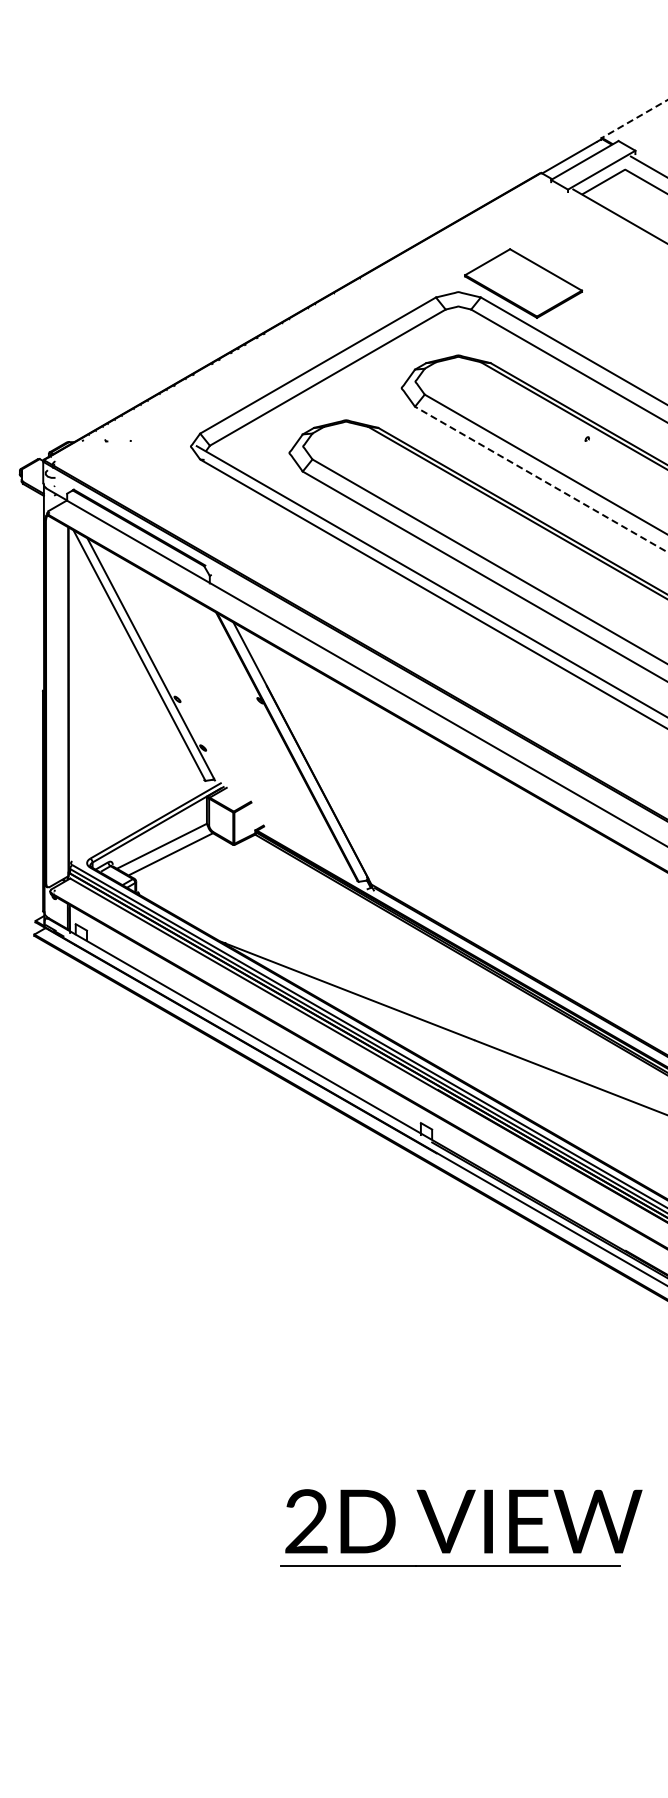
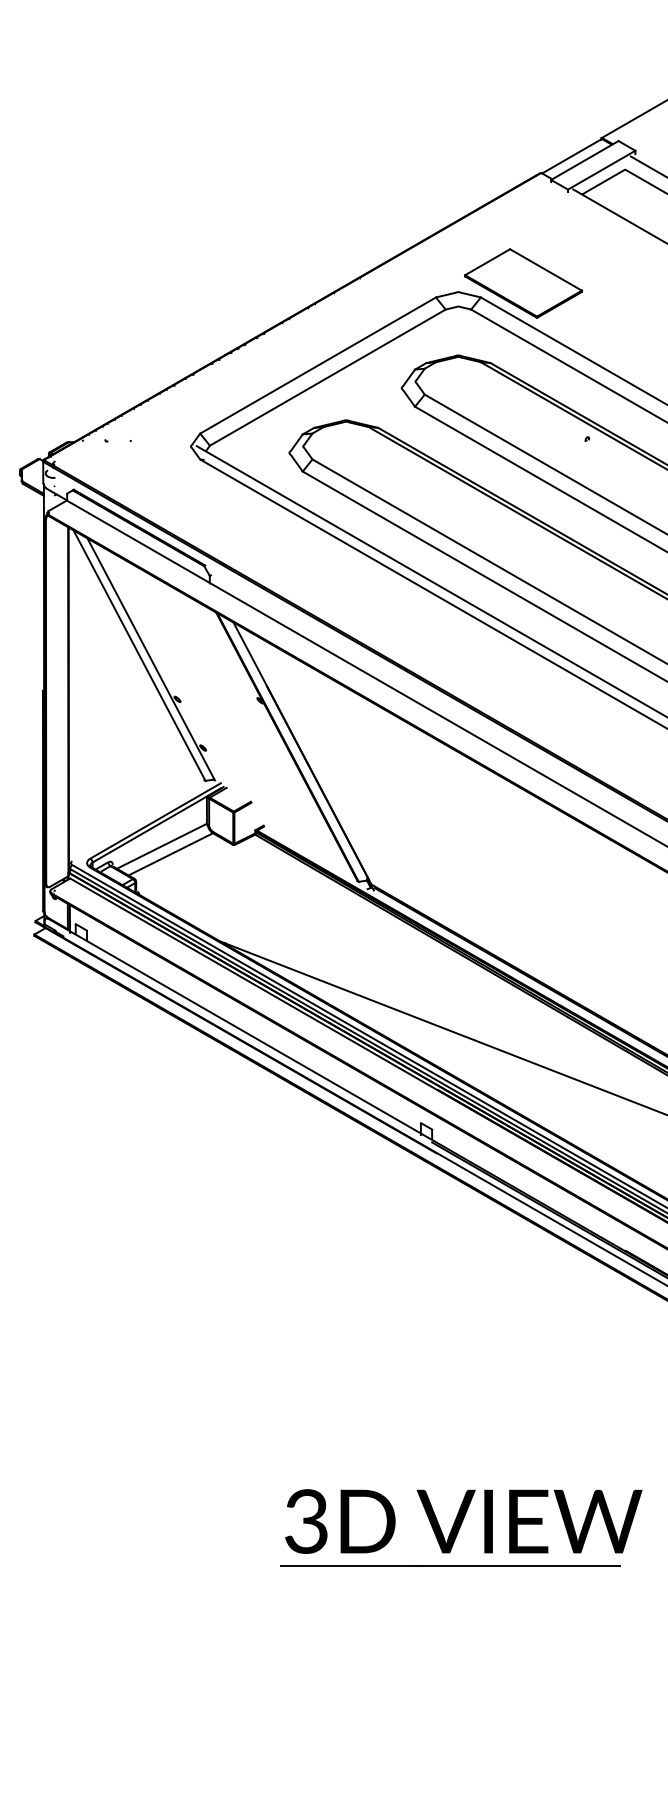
line at (634, 119): dashed -> solid
line at (541, 479): dashed -> solid
text at (306, 1521): 2D -> 3D
